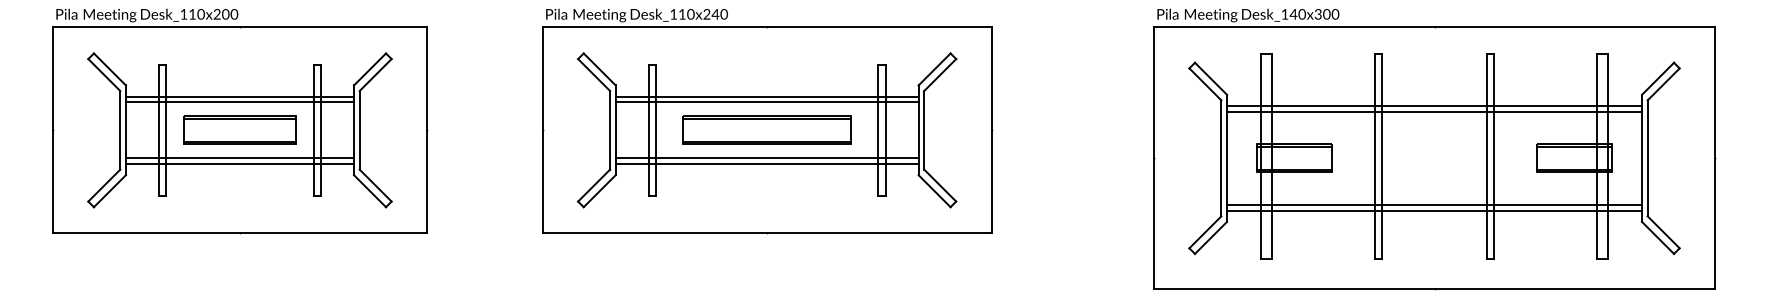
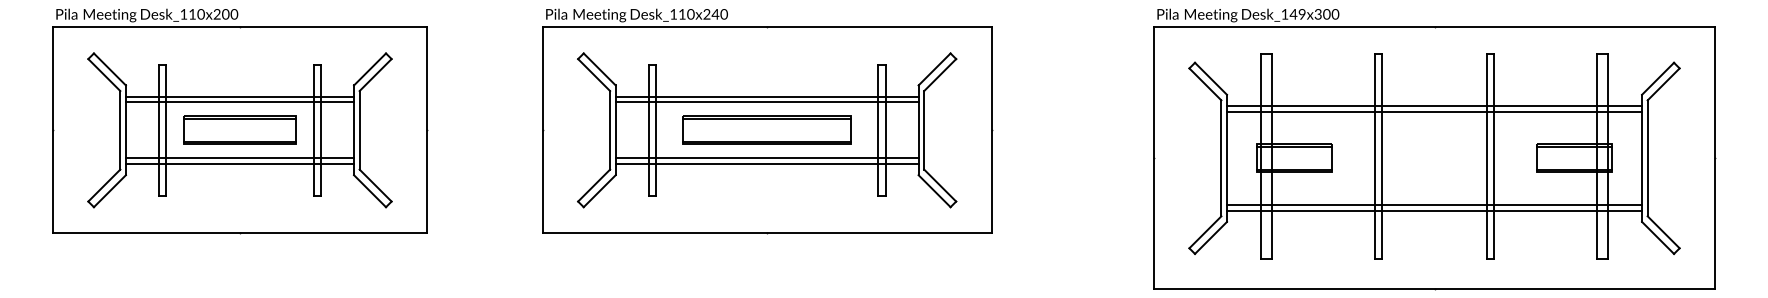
text at (1302, 14): Desk_140x300 -> Desk_149x300
